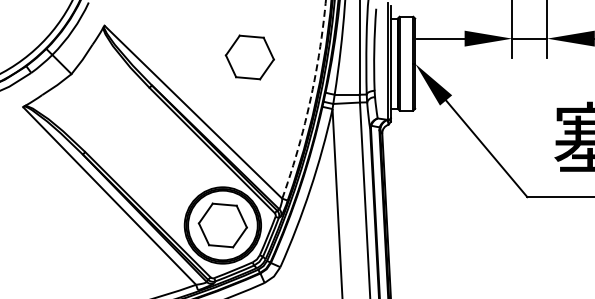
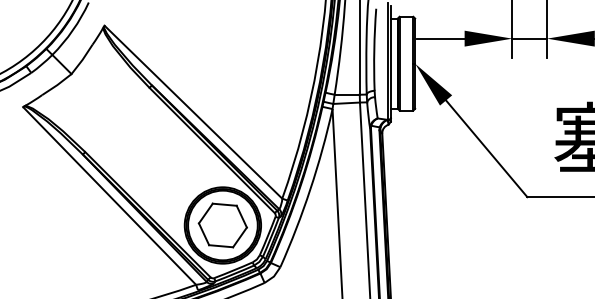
part at (249, 57): present -> none
arc at (310, 99): dashed -> solid
